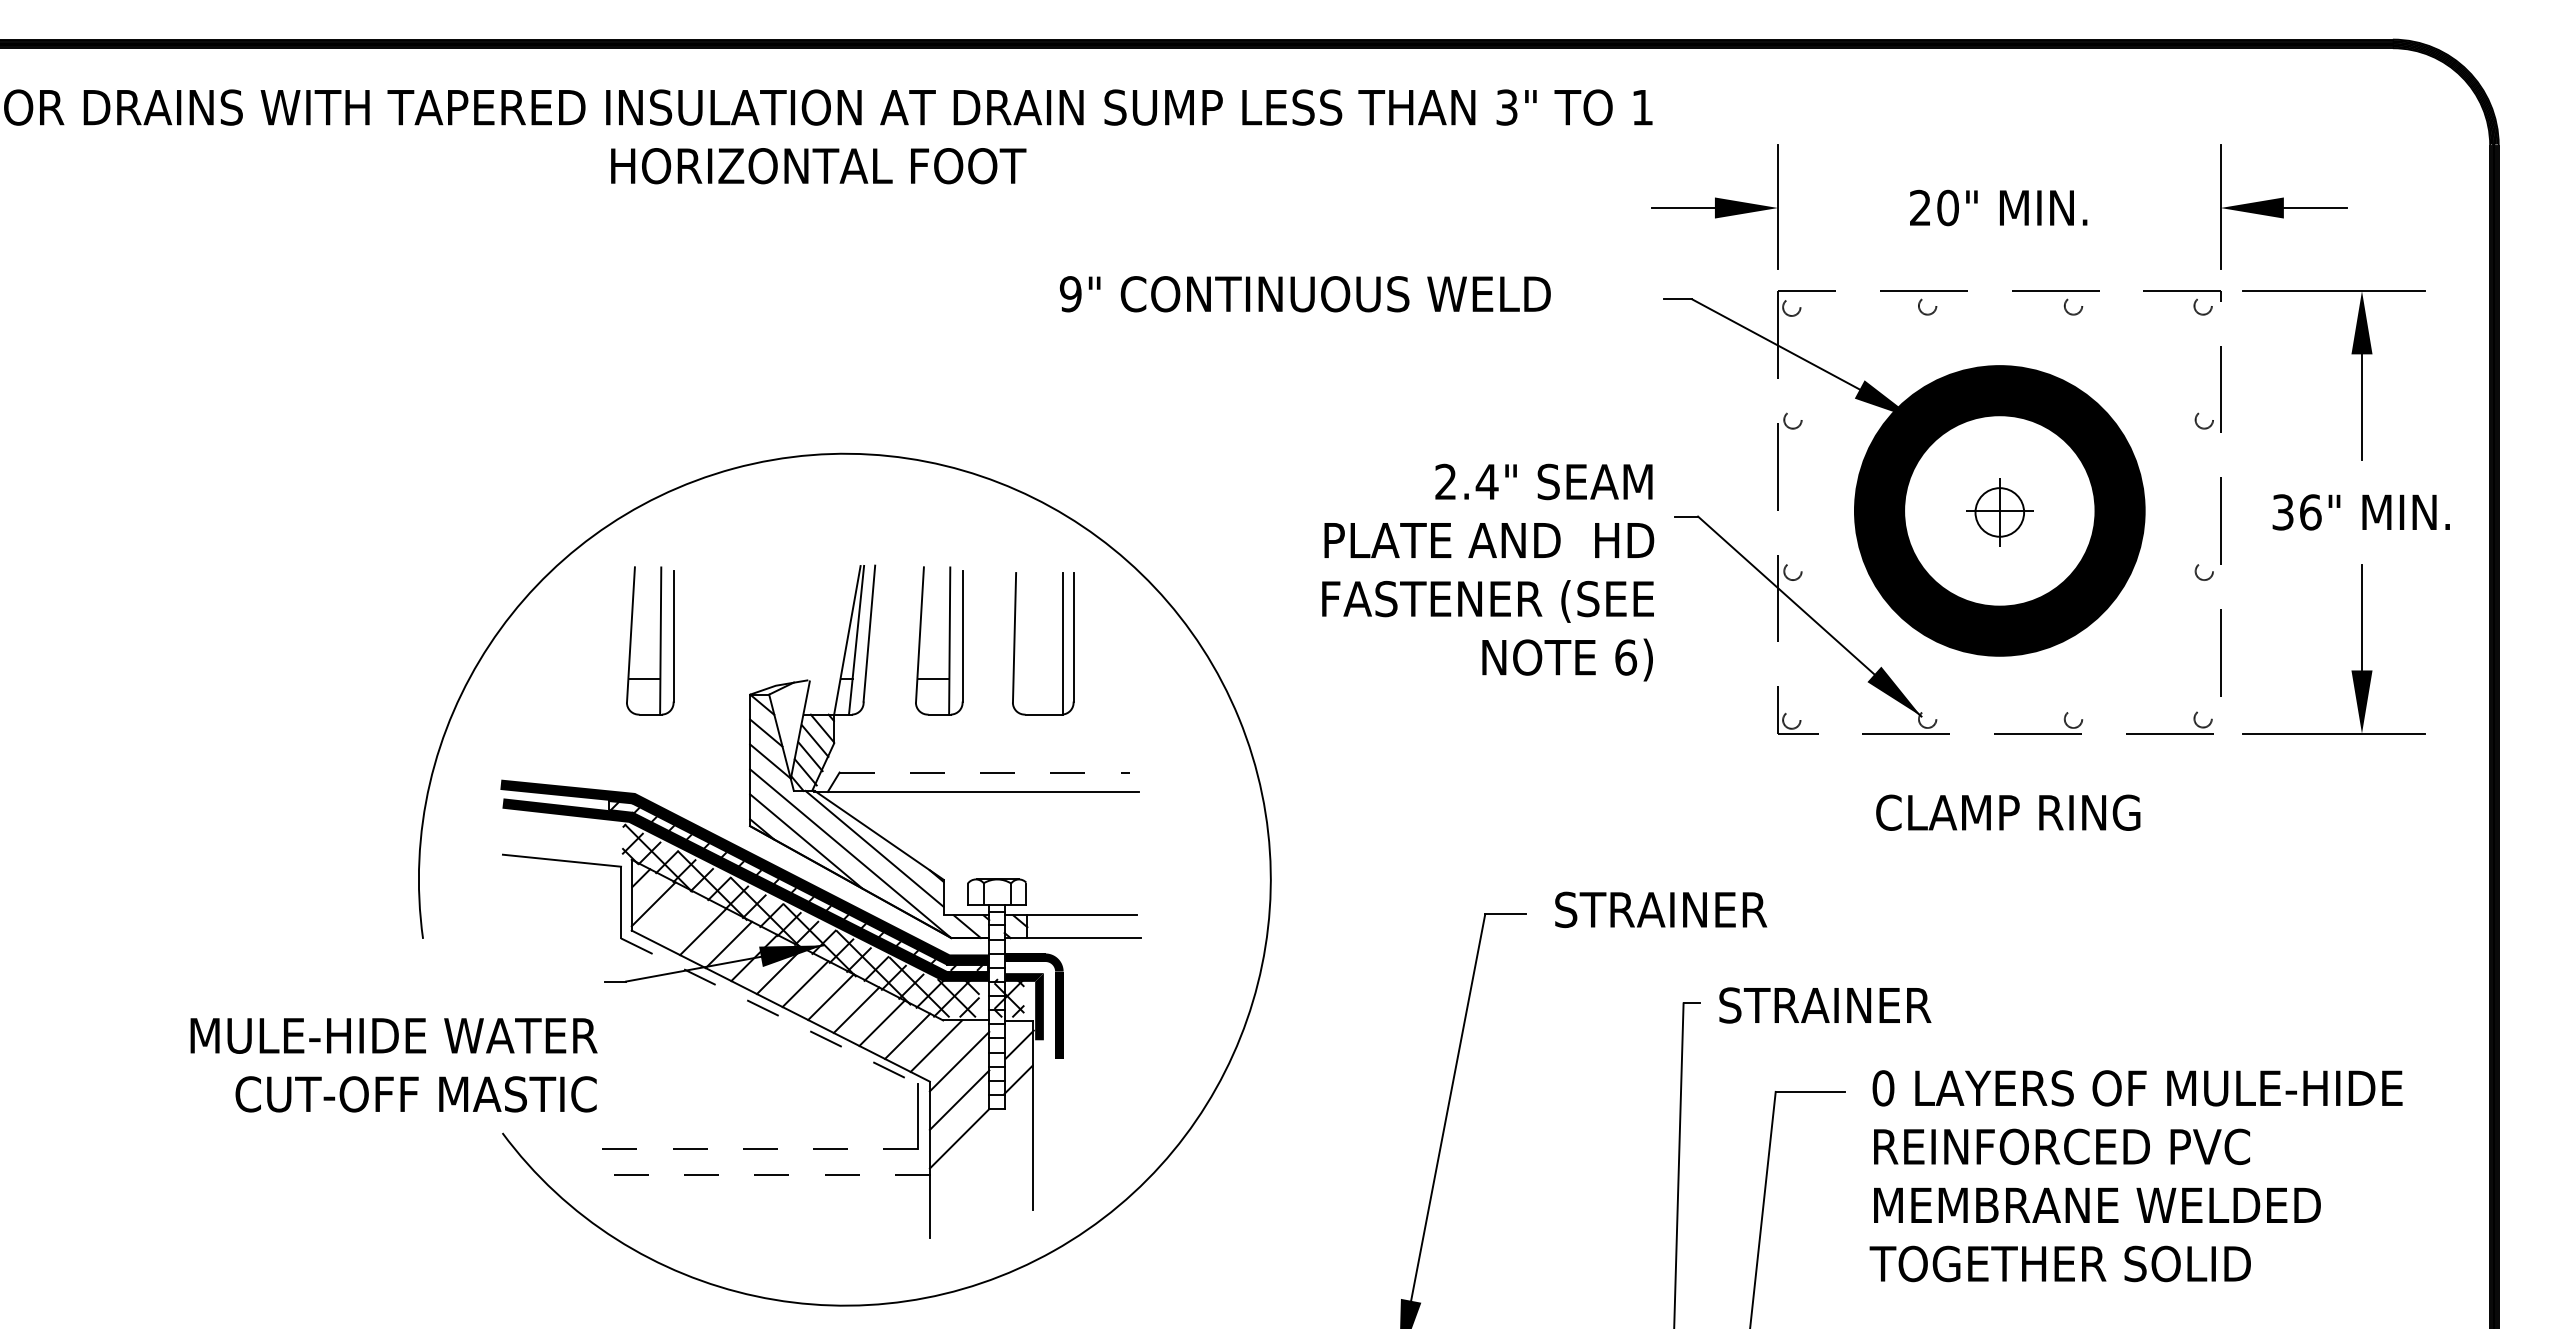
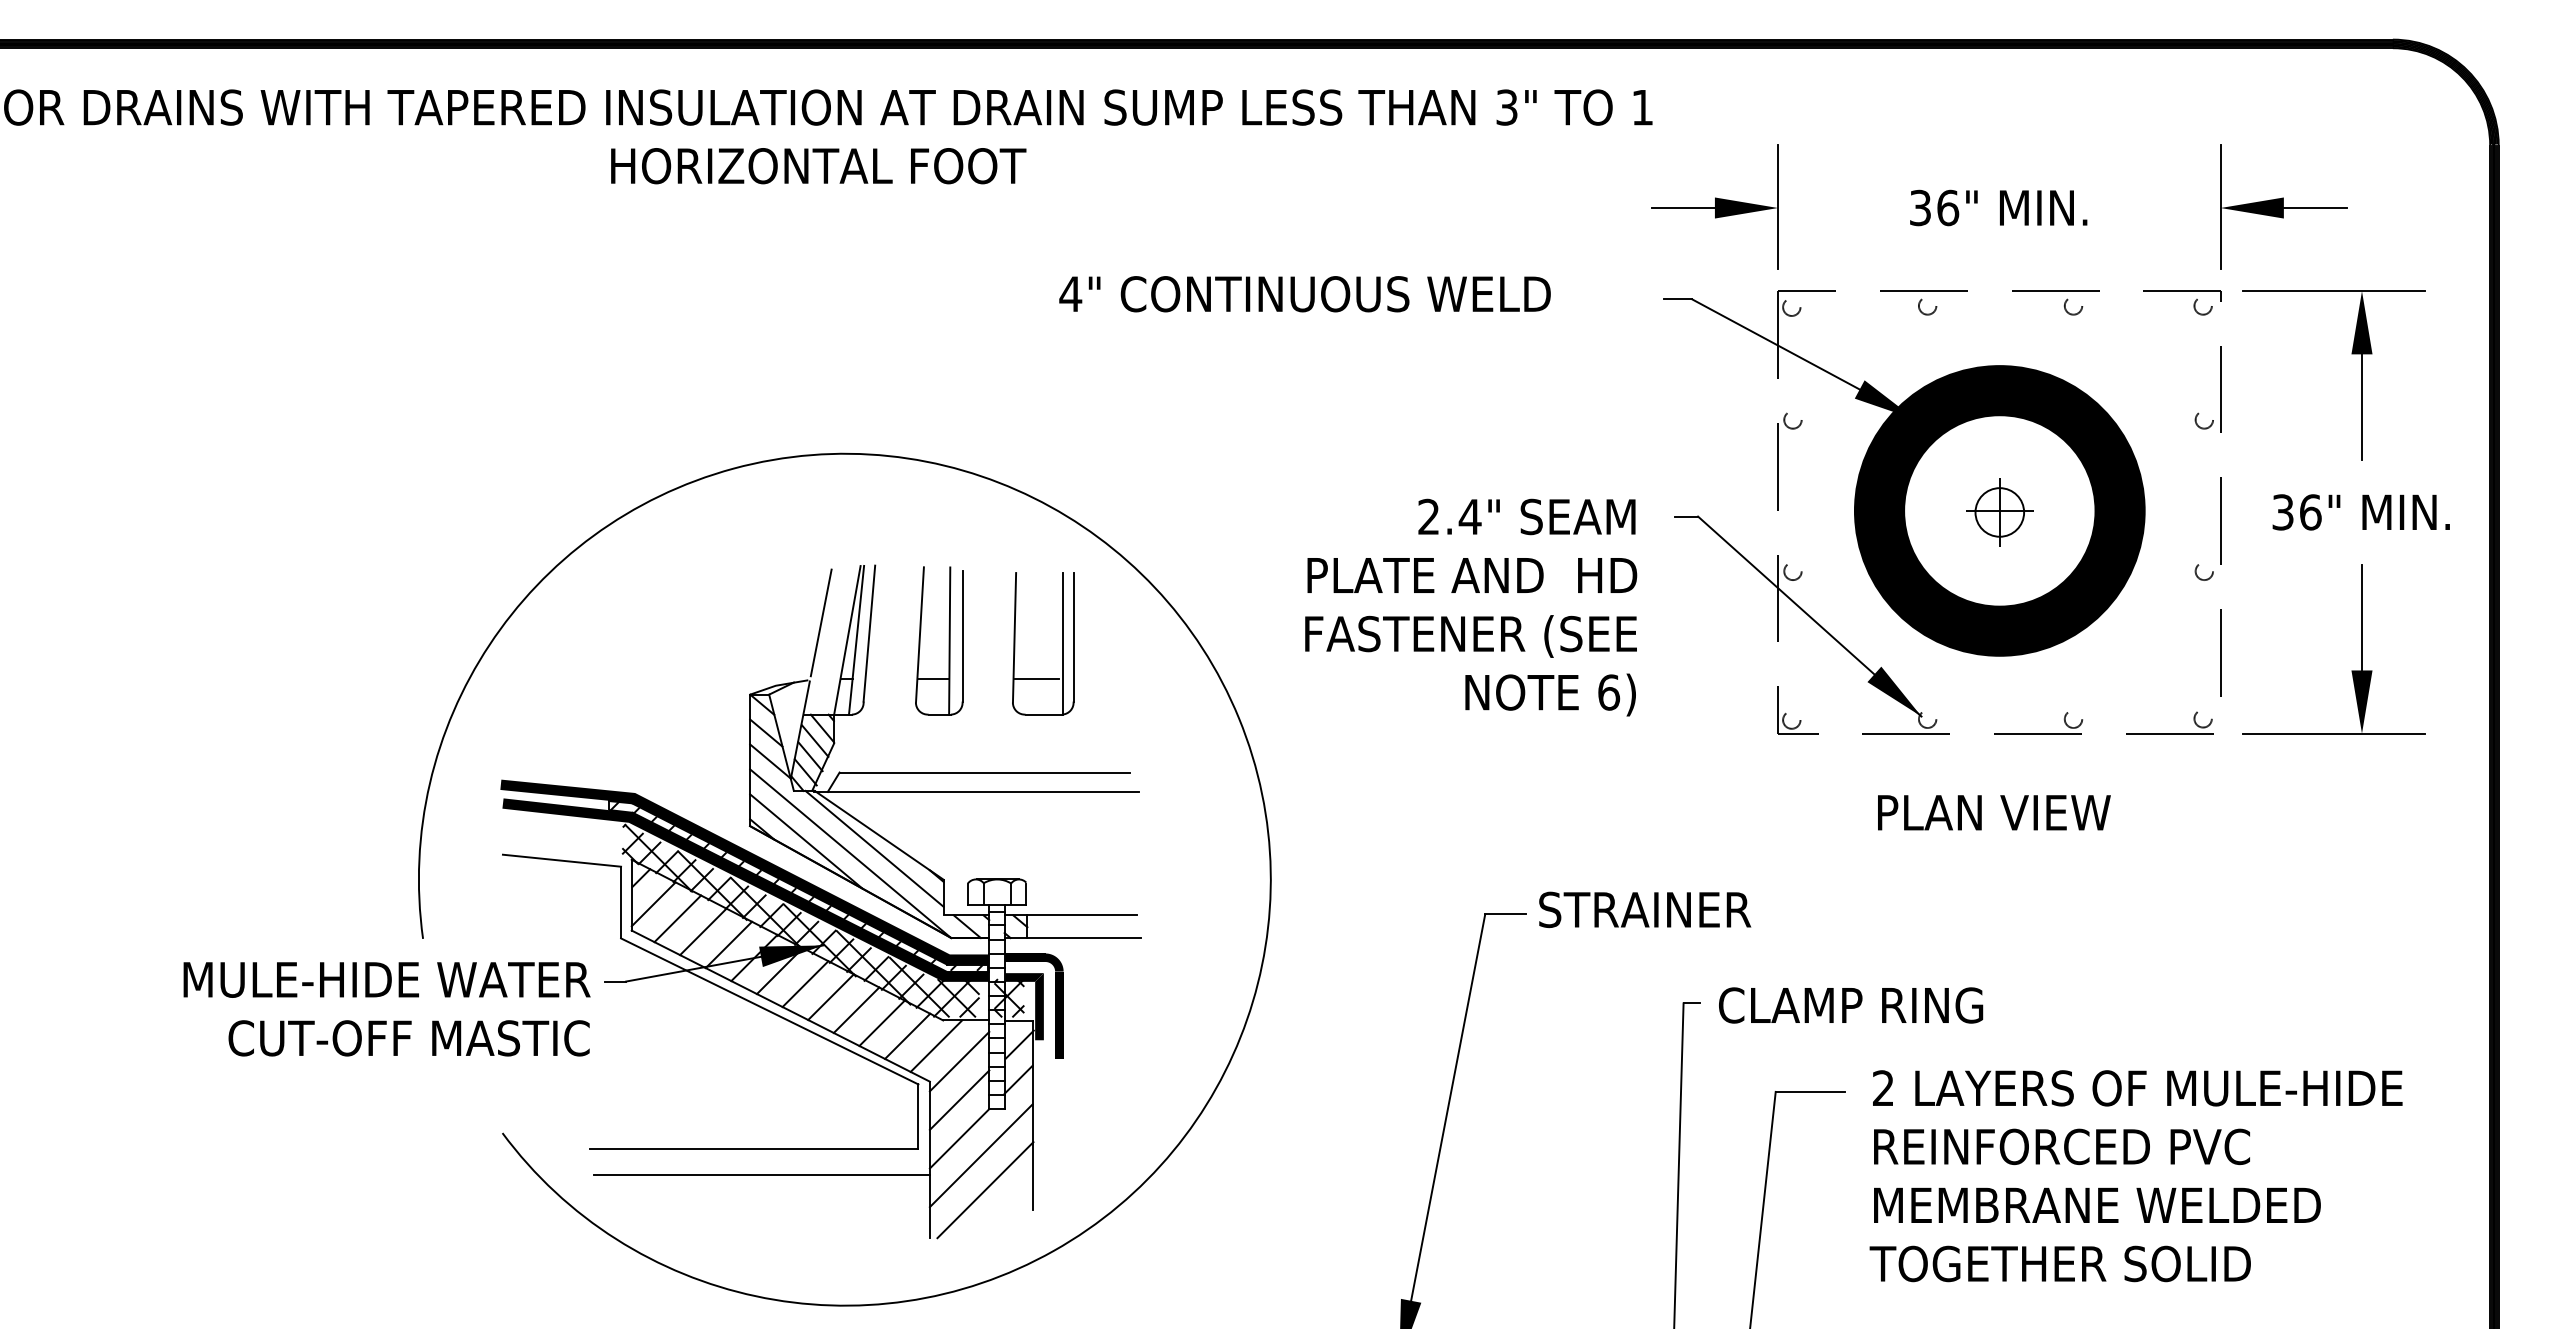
text at (1934, 207): 20" -> 36"
text at (1070, 294): 9" -> 4"
text at (1488, 572) position: (1488, 572) -> (1471, 607)
line at (820, 622): none -> present
part at (659, 640): present -> none
line at (1036, 678): none -> present
line at (985, 772): dashed -> solid
text at (2008, 812): CLAMP RING -> PLAN VIEW
text at (1661, 909) position: (1661, 909) -> (1645, 909)
line at (677, 918): none -> present
text at (1851, 1005): STRAINER -> CLAMP RING
line at (769, 1011): dashed -> solid
text at (393, 1065) position: (393, 1065) -> (386, 1009)
text at (1883, 1088): 0 -> 2
line at (753, 1149): dashed -> solid
line at (980, 1155): none -> present
line at (762, 1175): dashed -> solid
line at (985, 1190): none -> present
